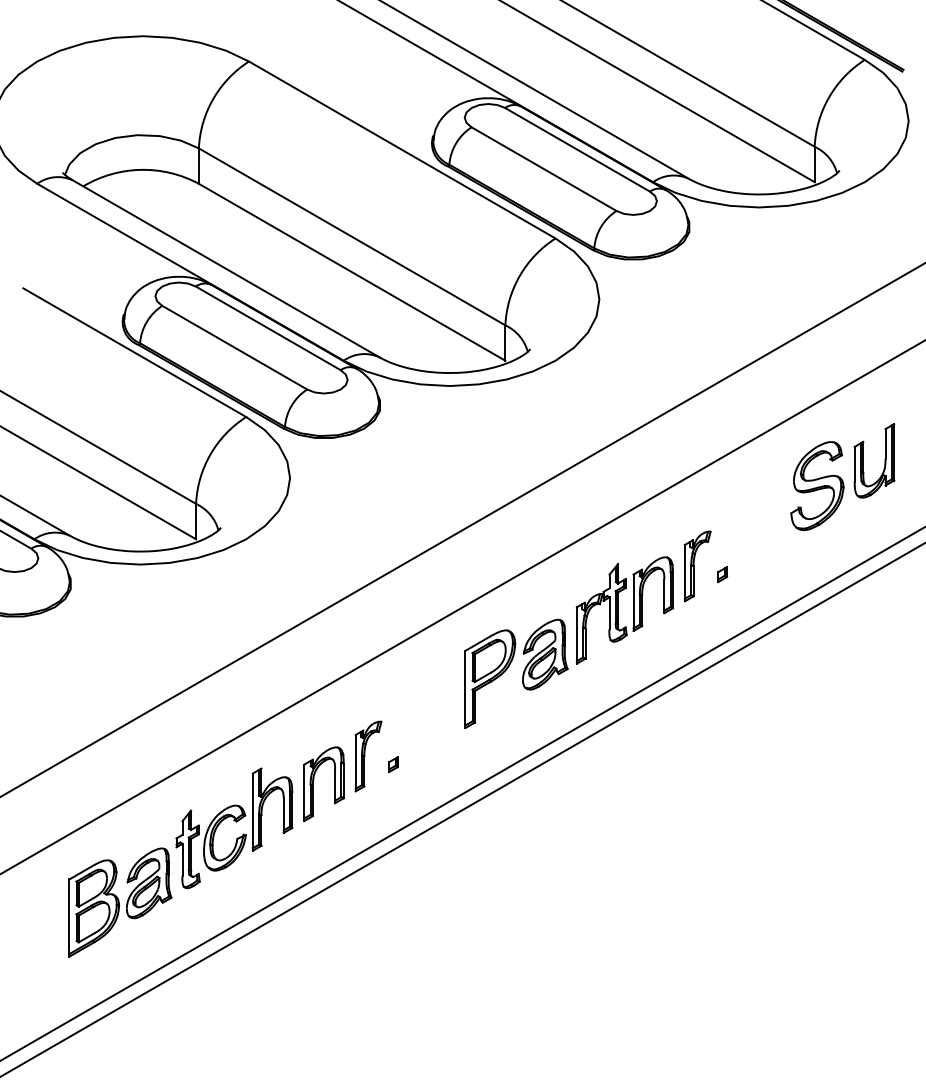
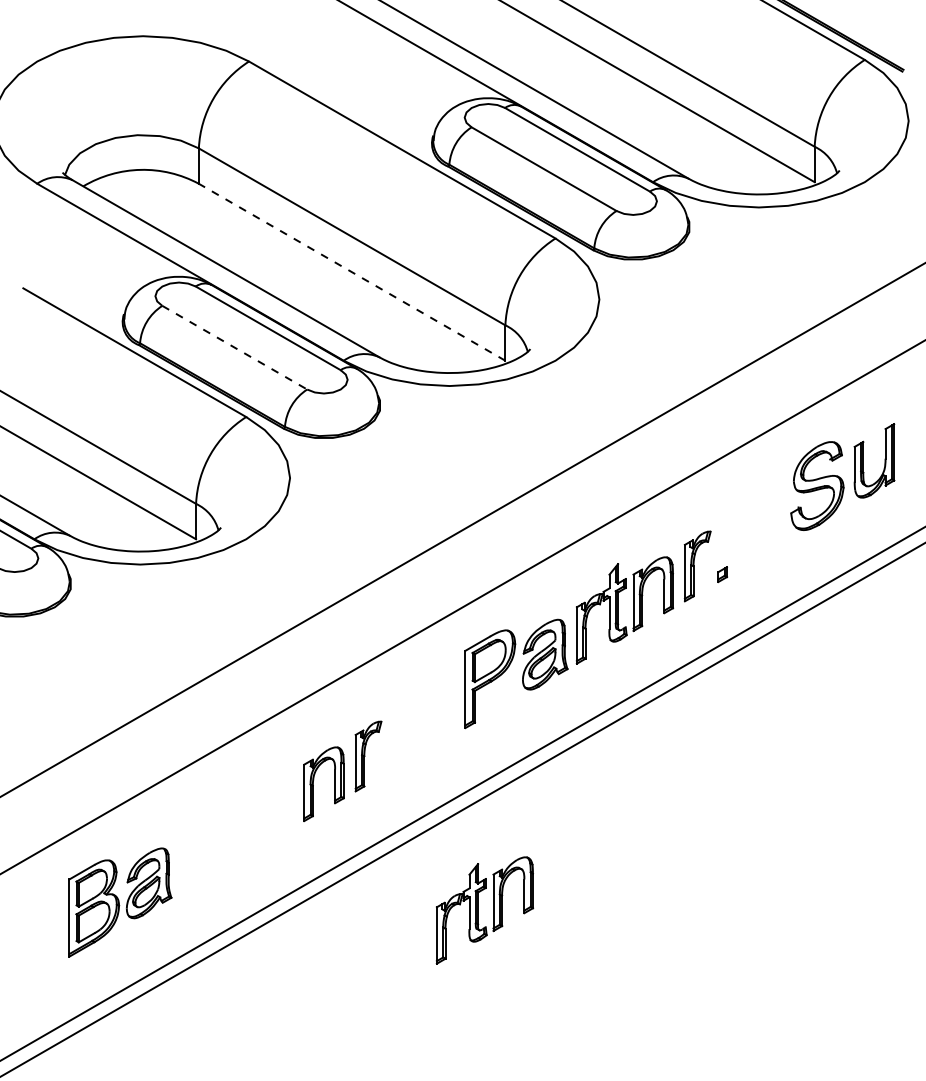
line at (352, 272): solid -> dashed
line at (234, 347): solid -> dashed
part at (393, 764): present -> none
part at (236, 822): present -> none
part at (484, 910): none -> present
